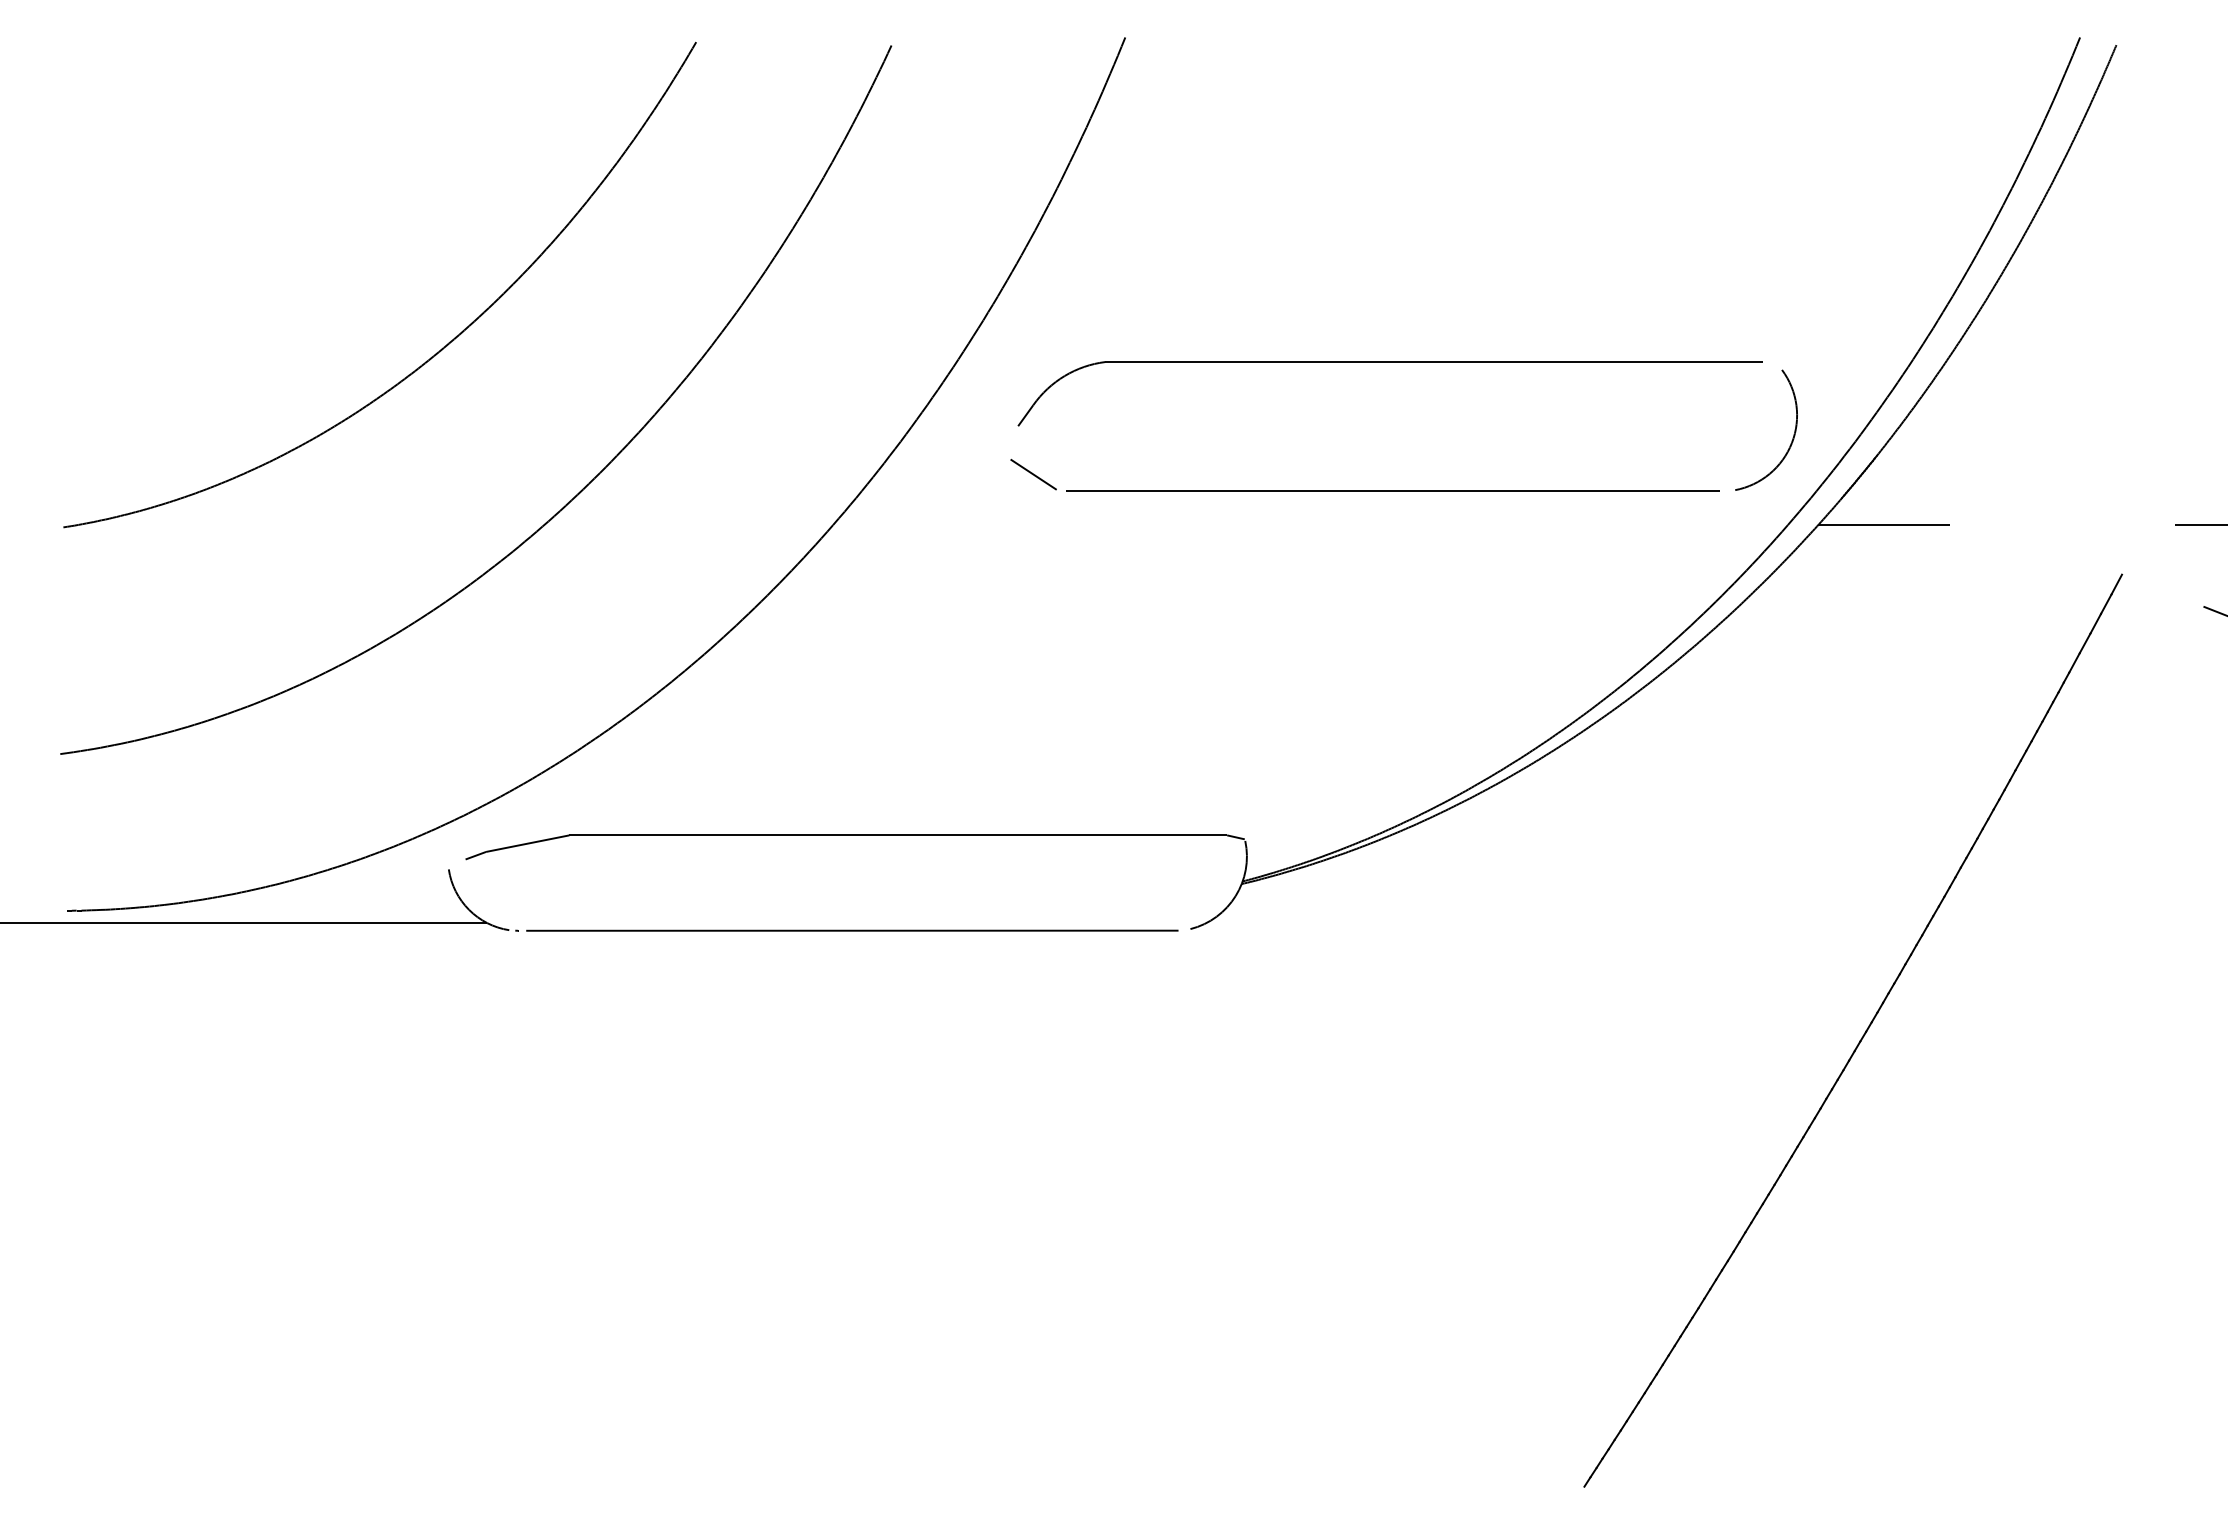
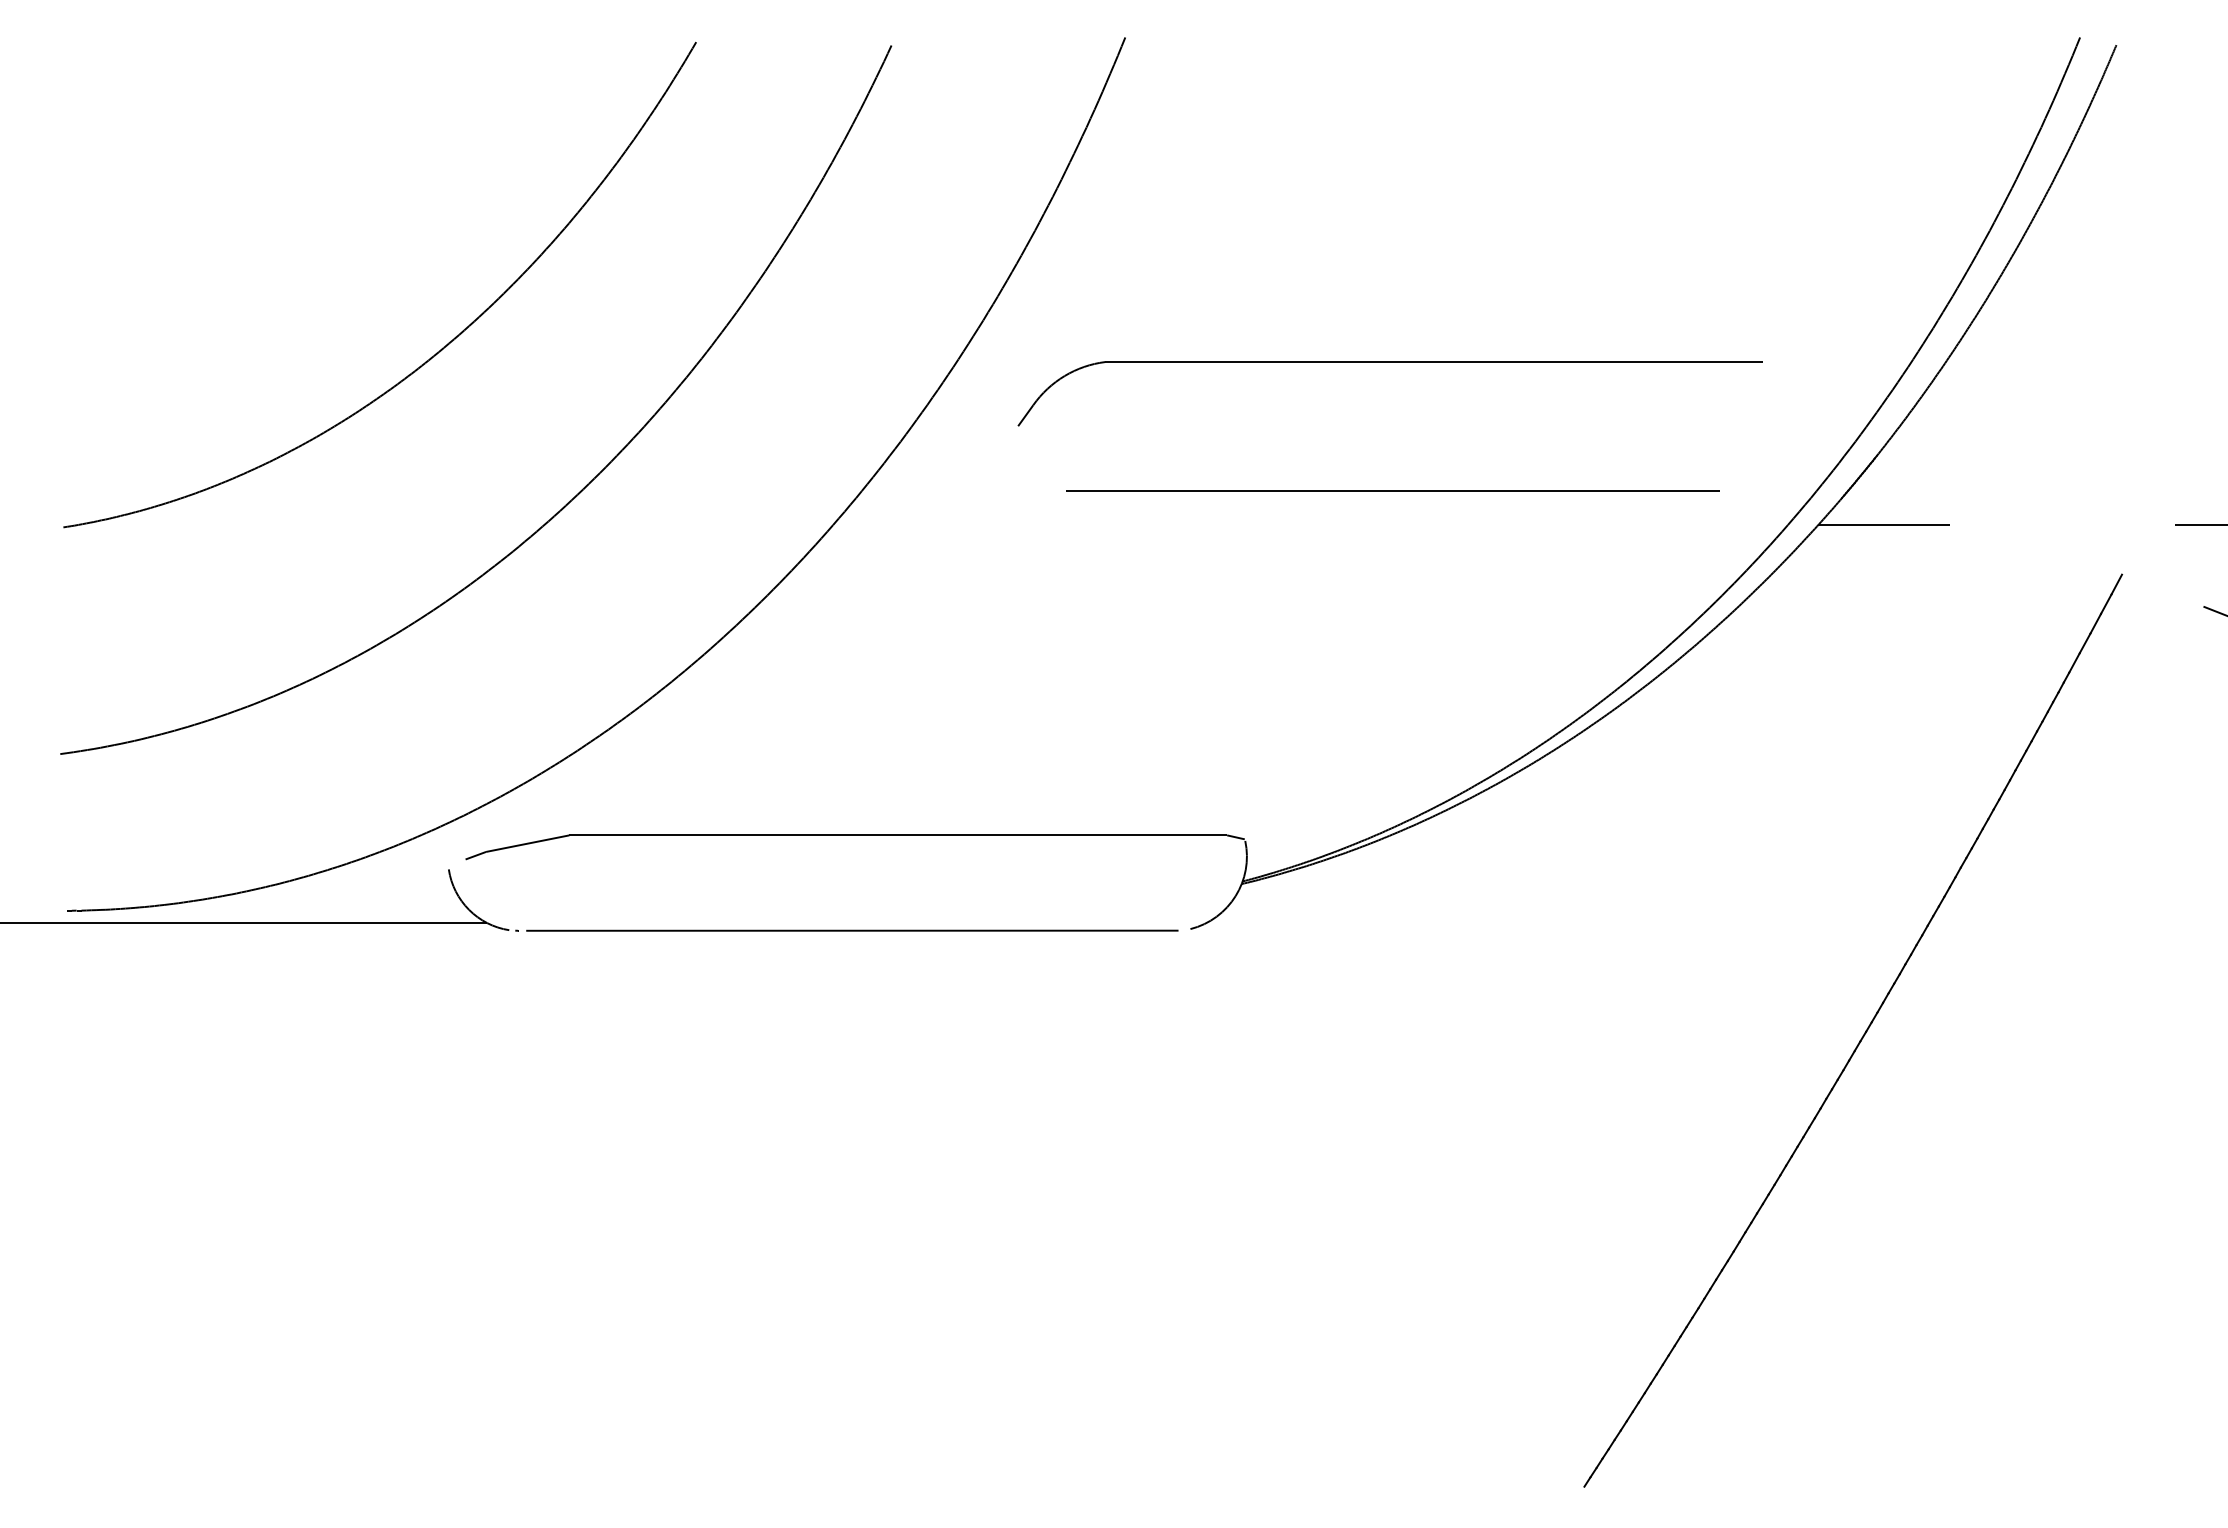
arc at (1792, 437): present -> none
line at (1033, 474): present -> none
